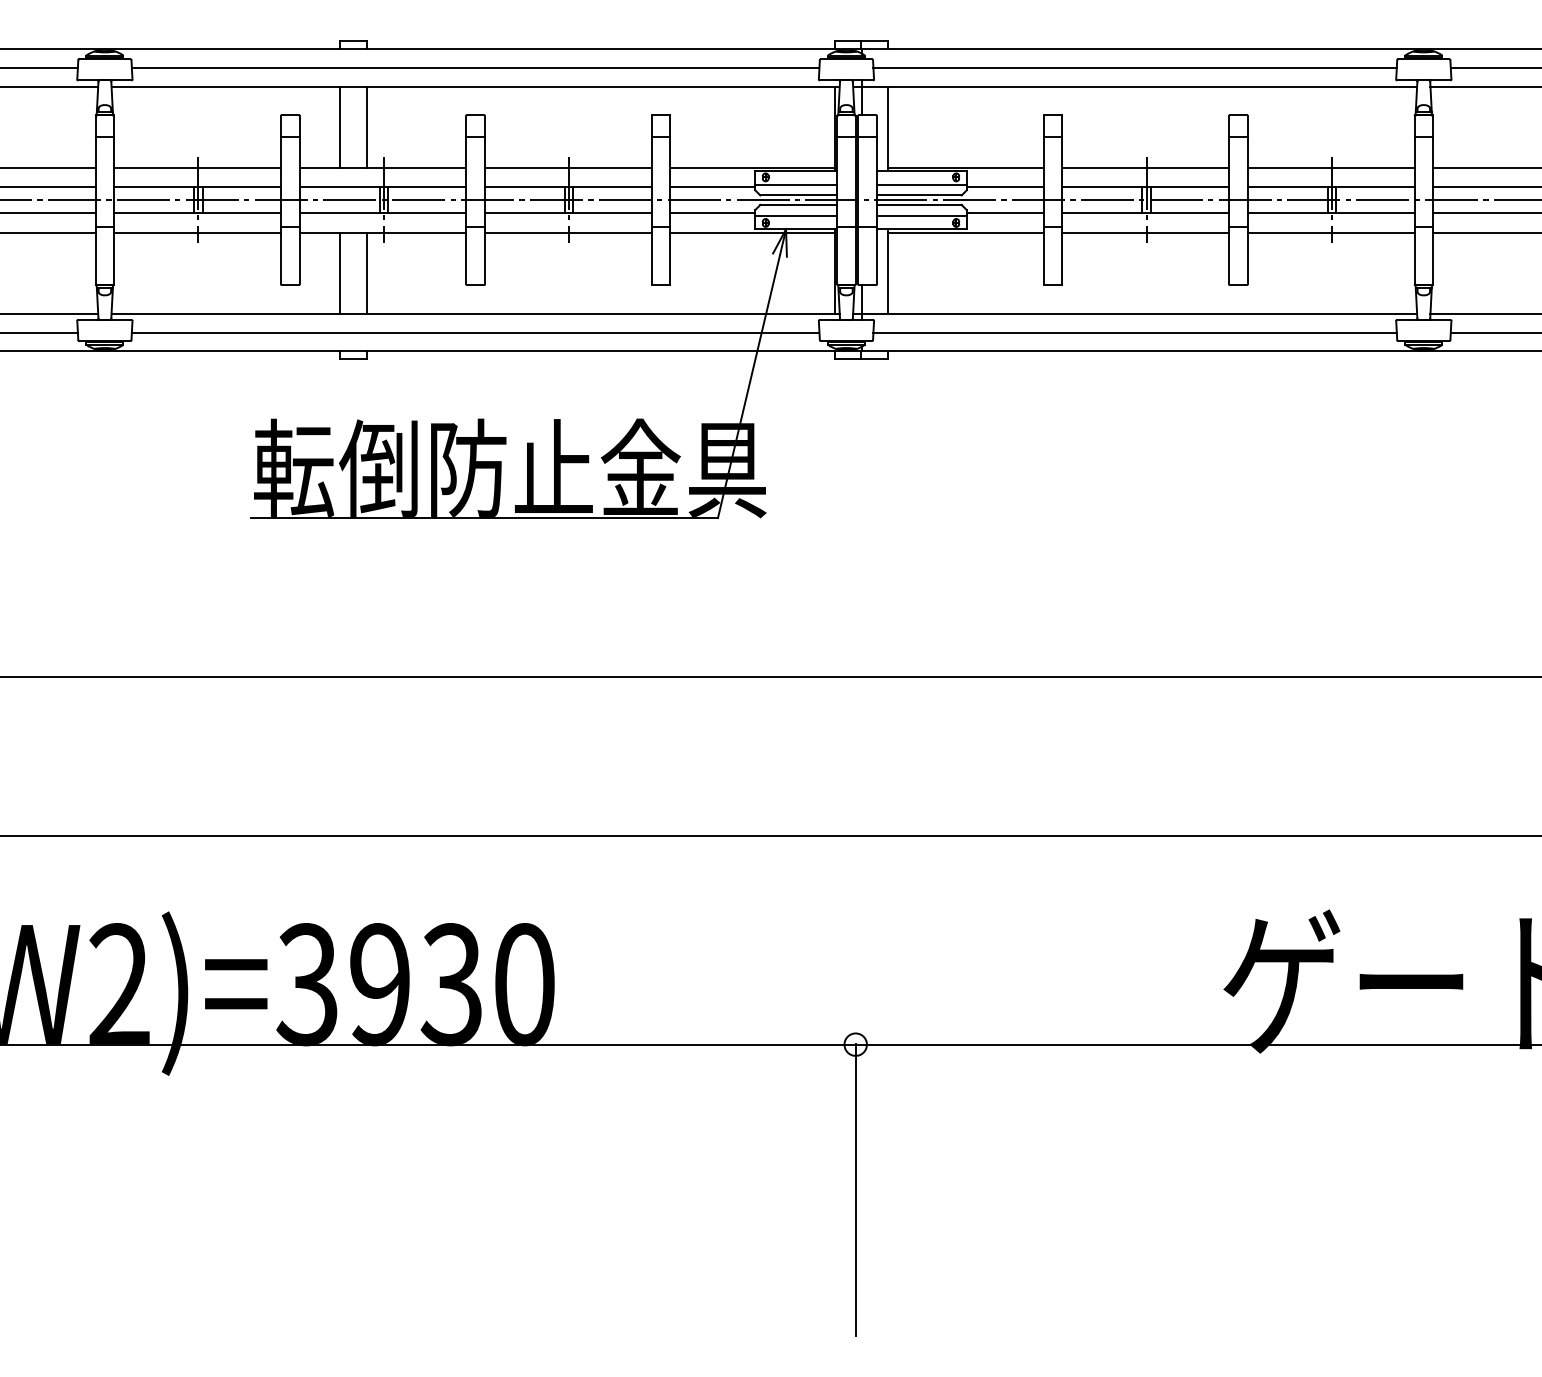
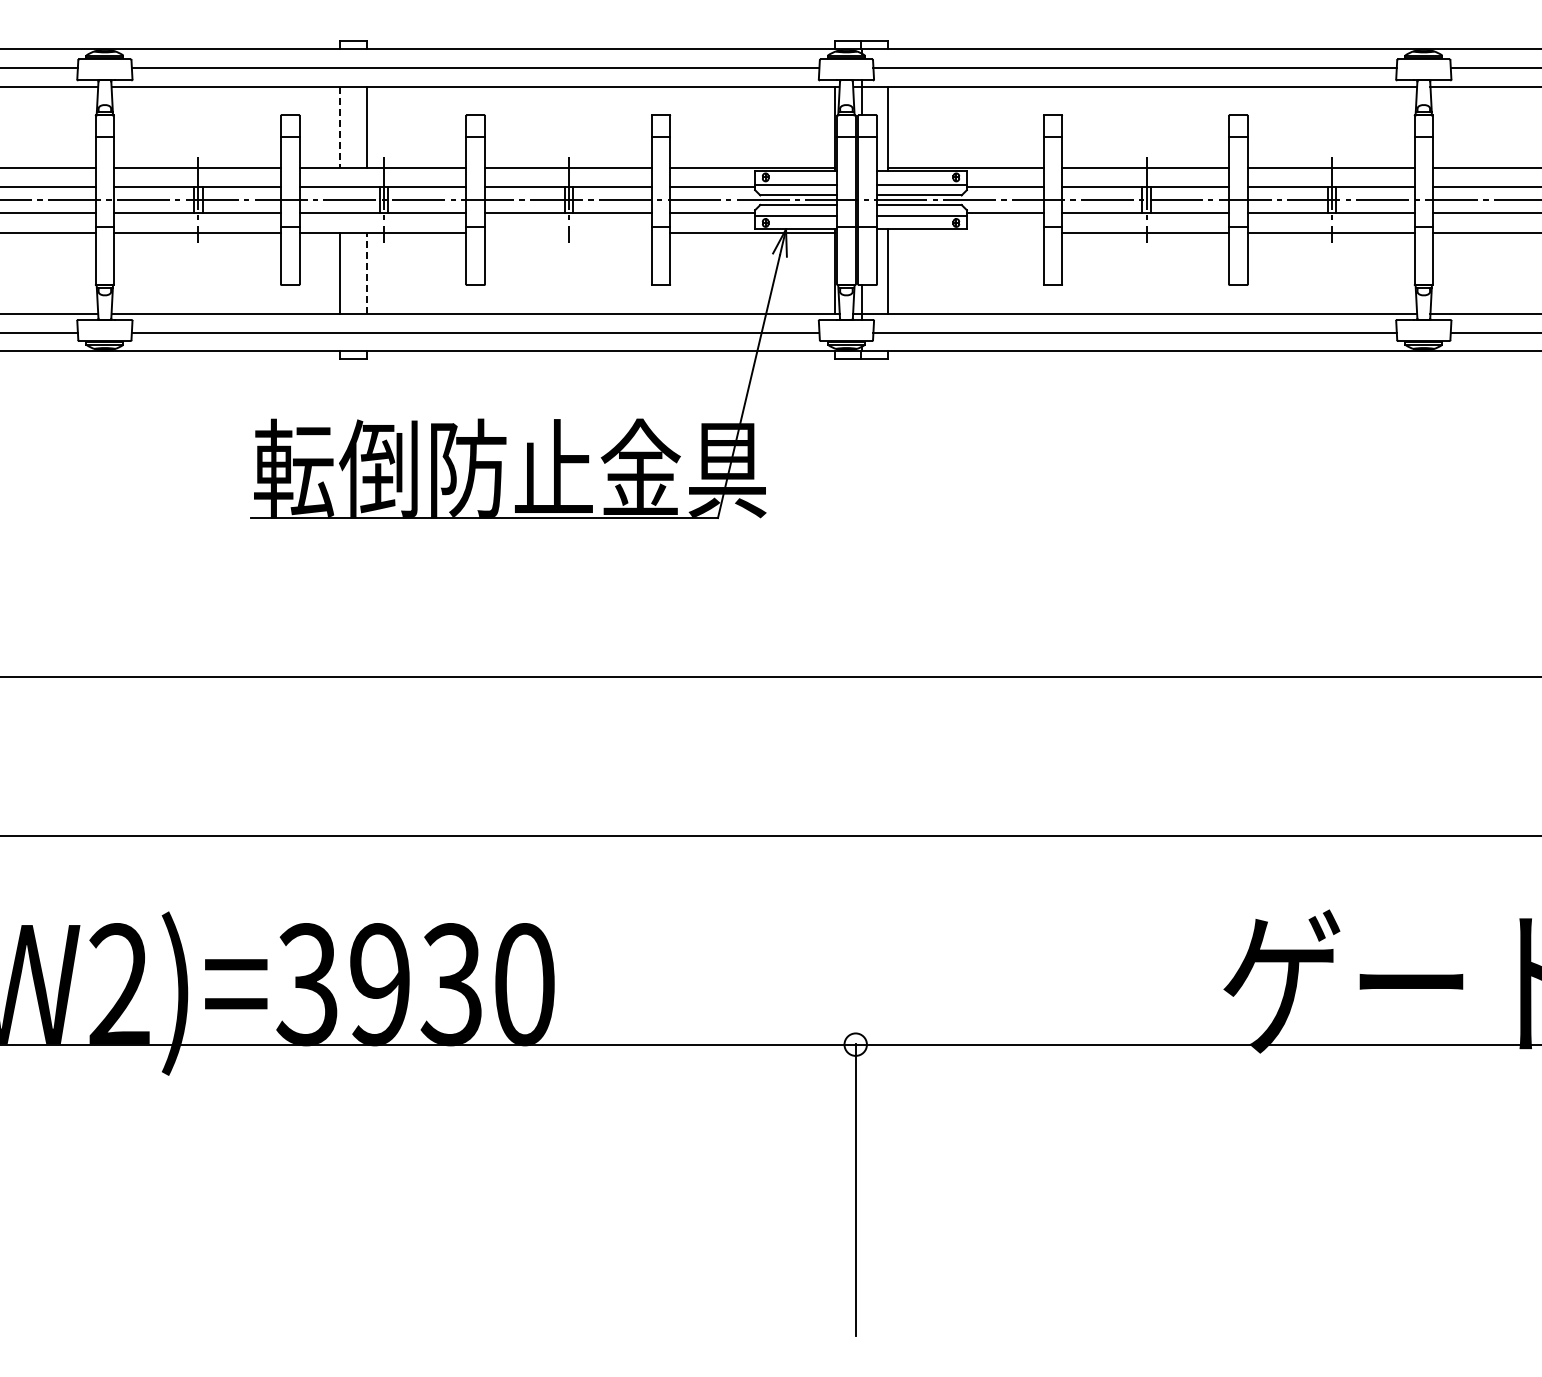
line at (340, 127): solid -> dashed
line at (567, 232): present -> none
line at (965, 232): present -> none
line at (366, 273): solid -> dashed
